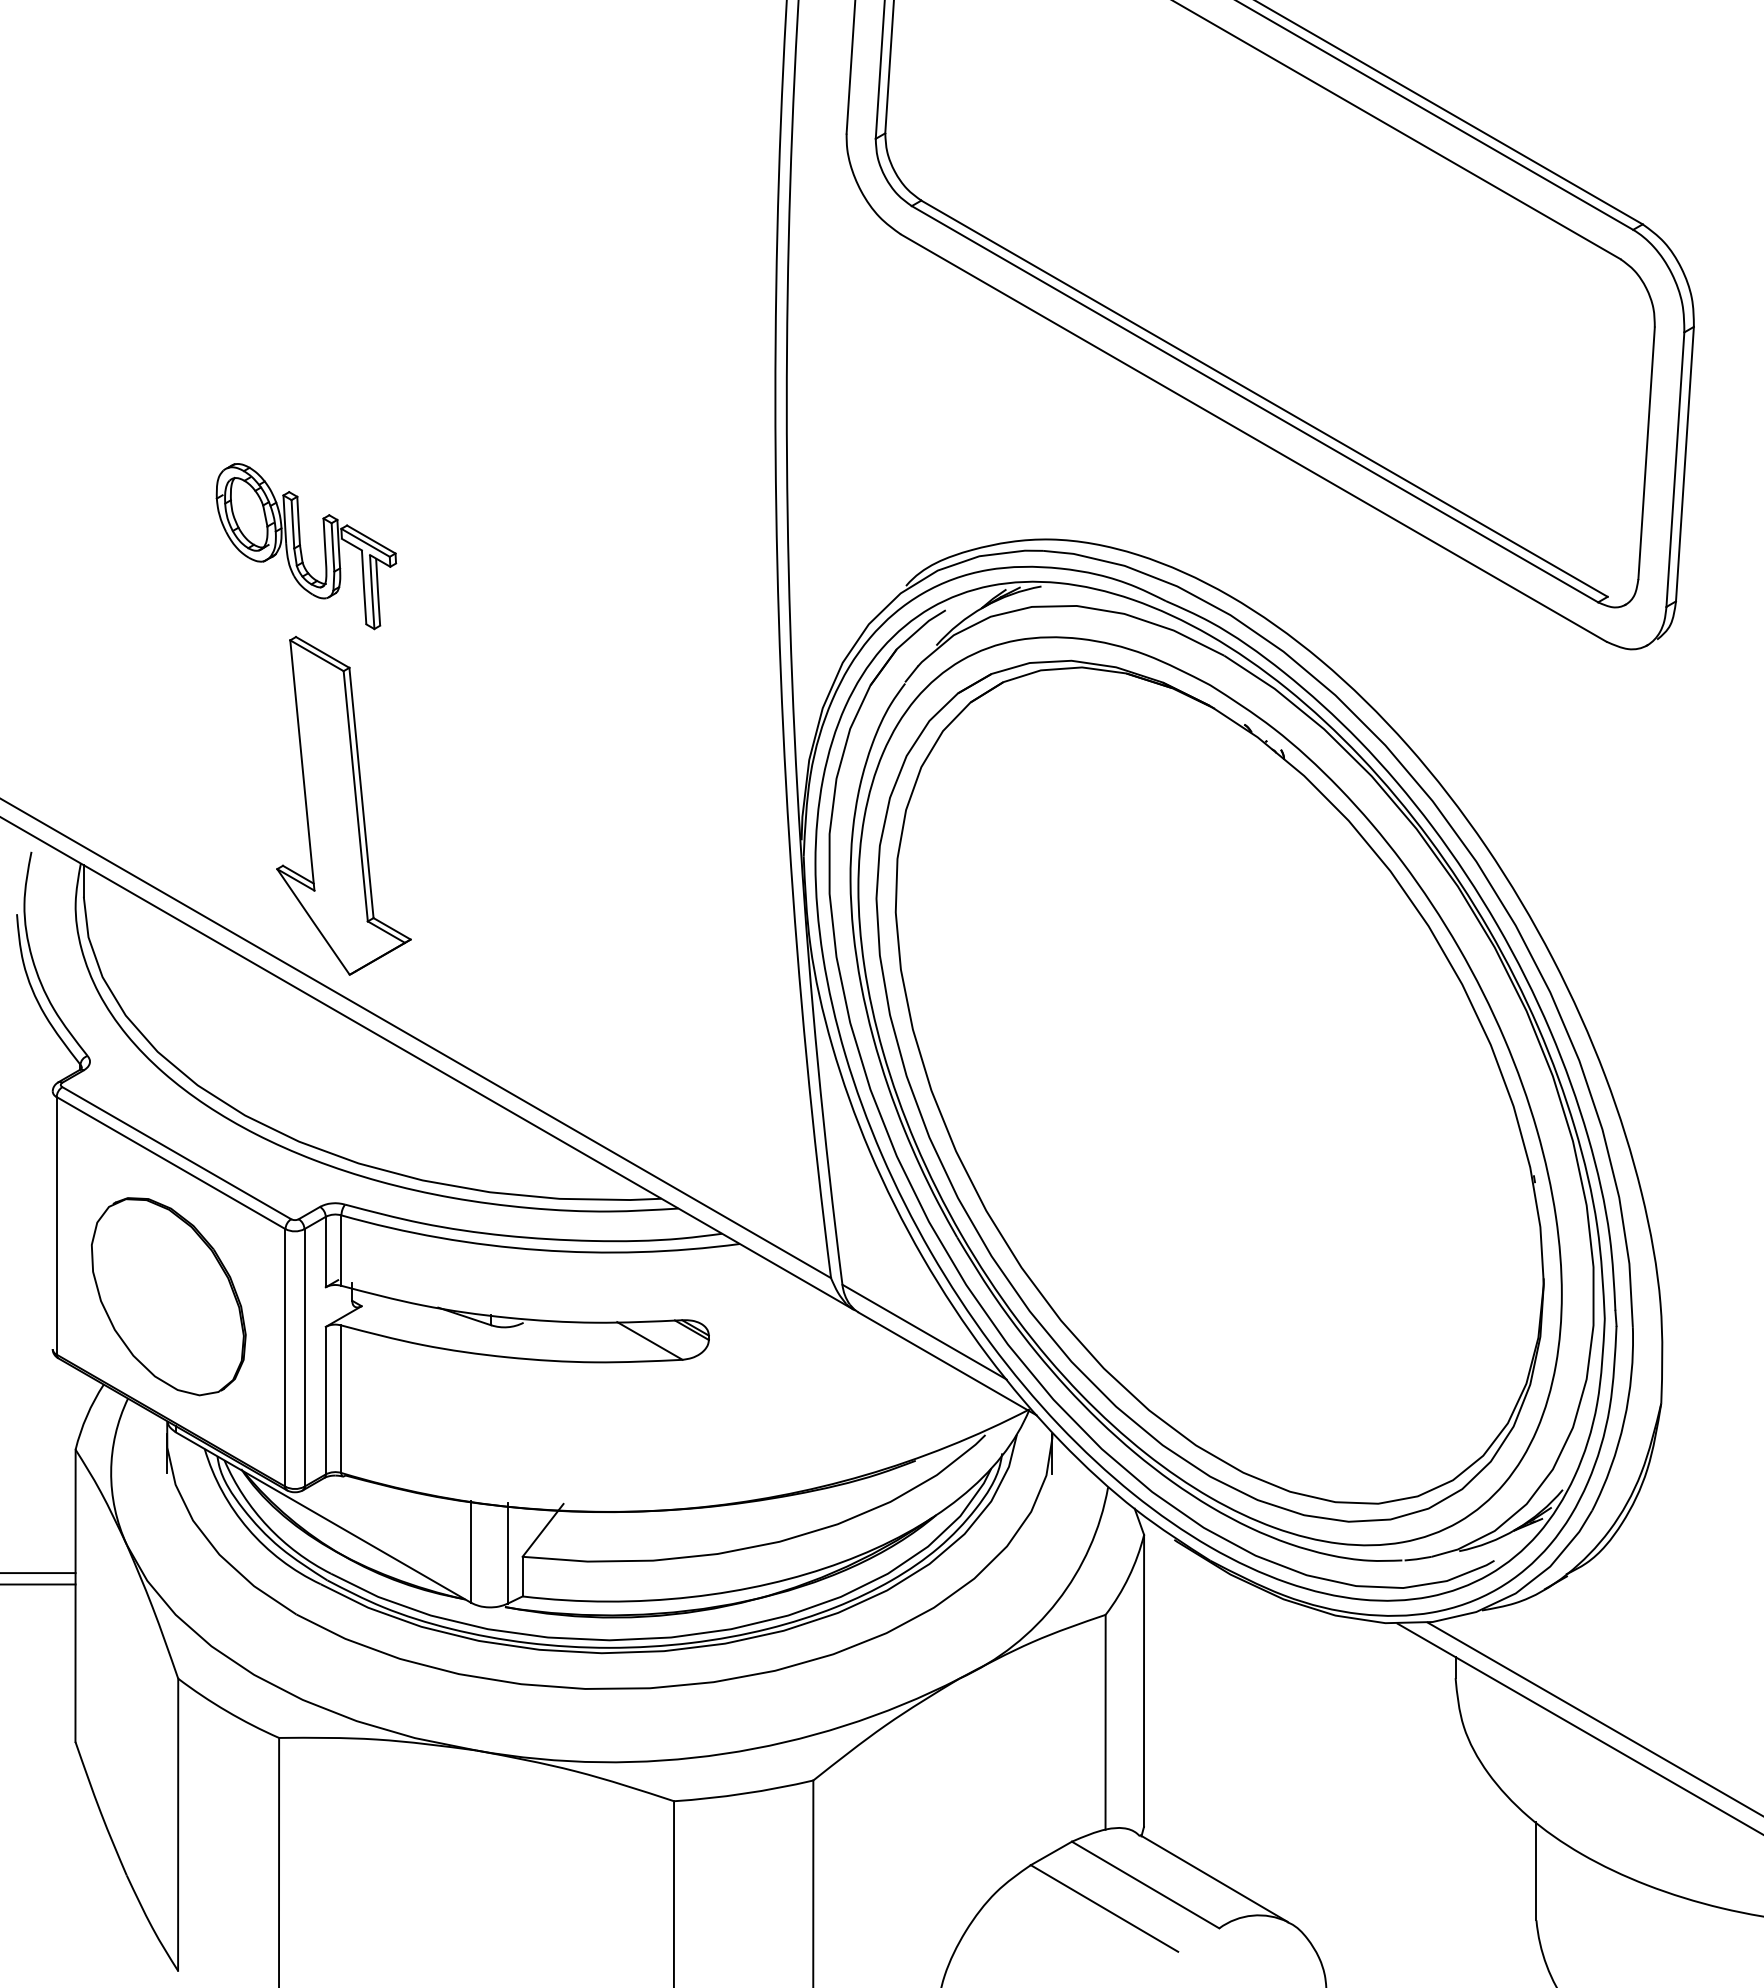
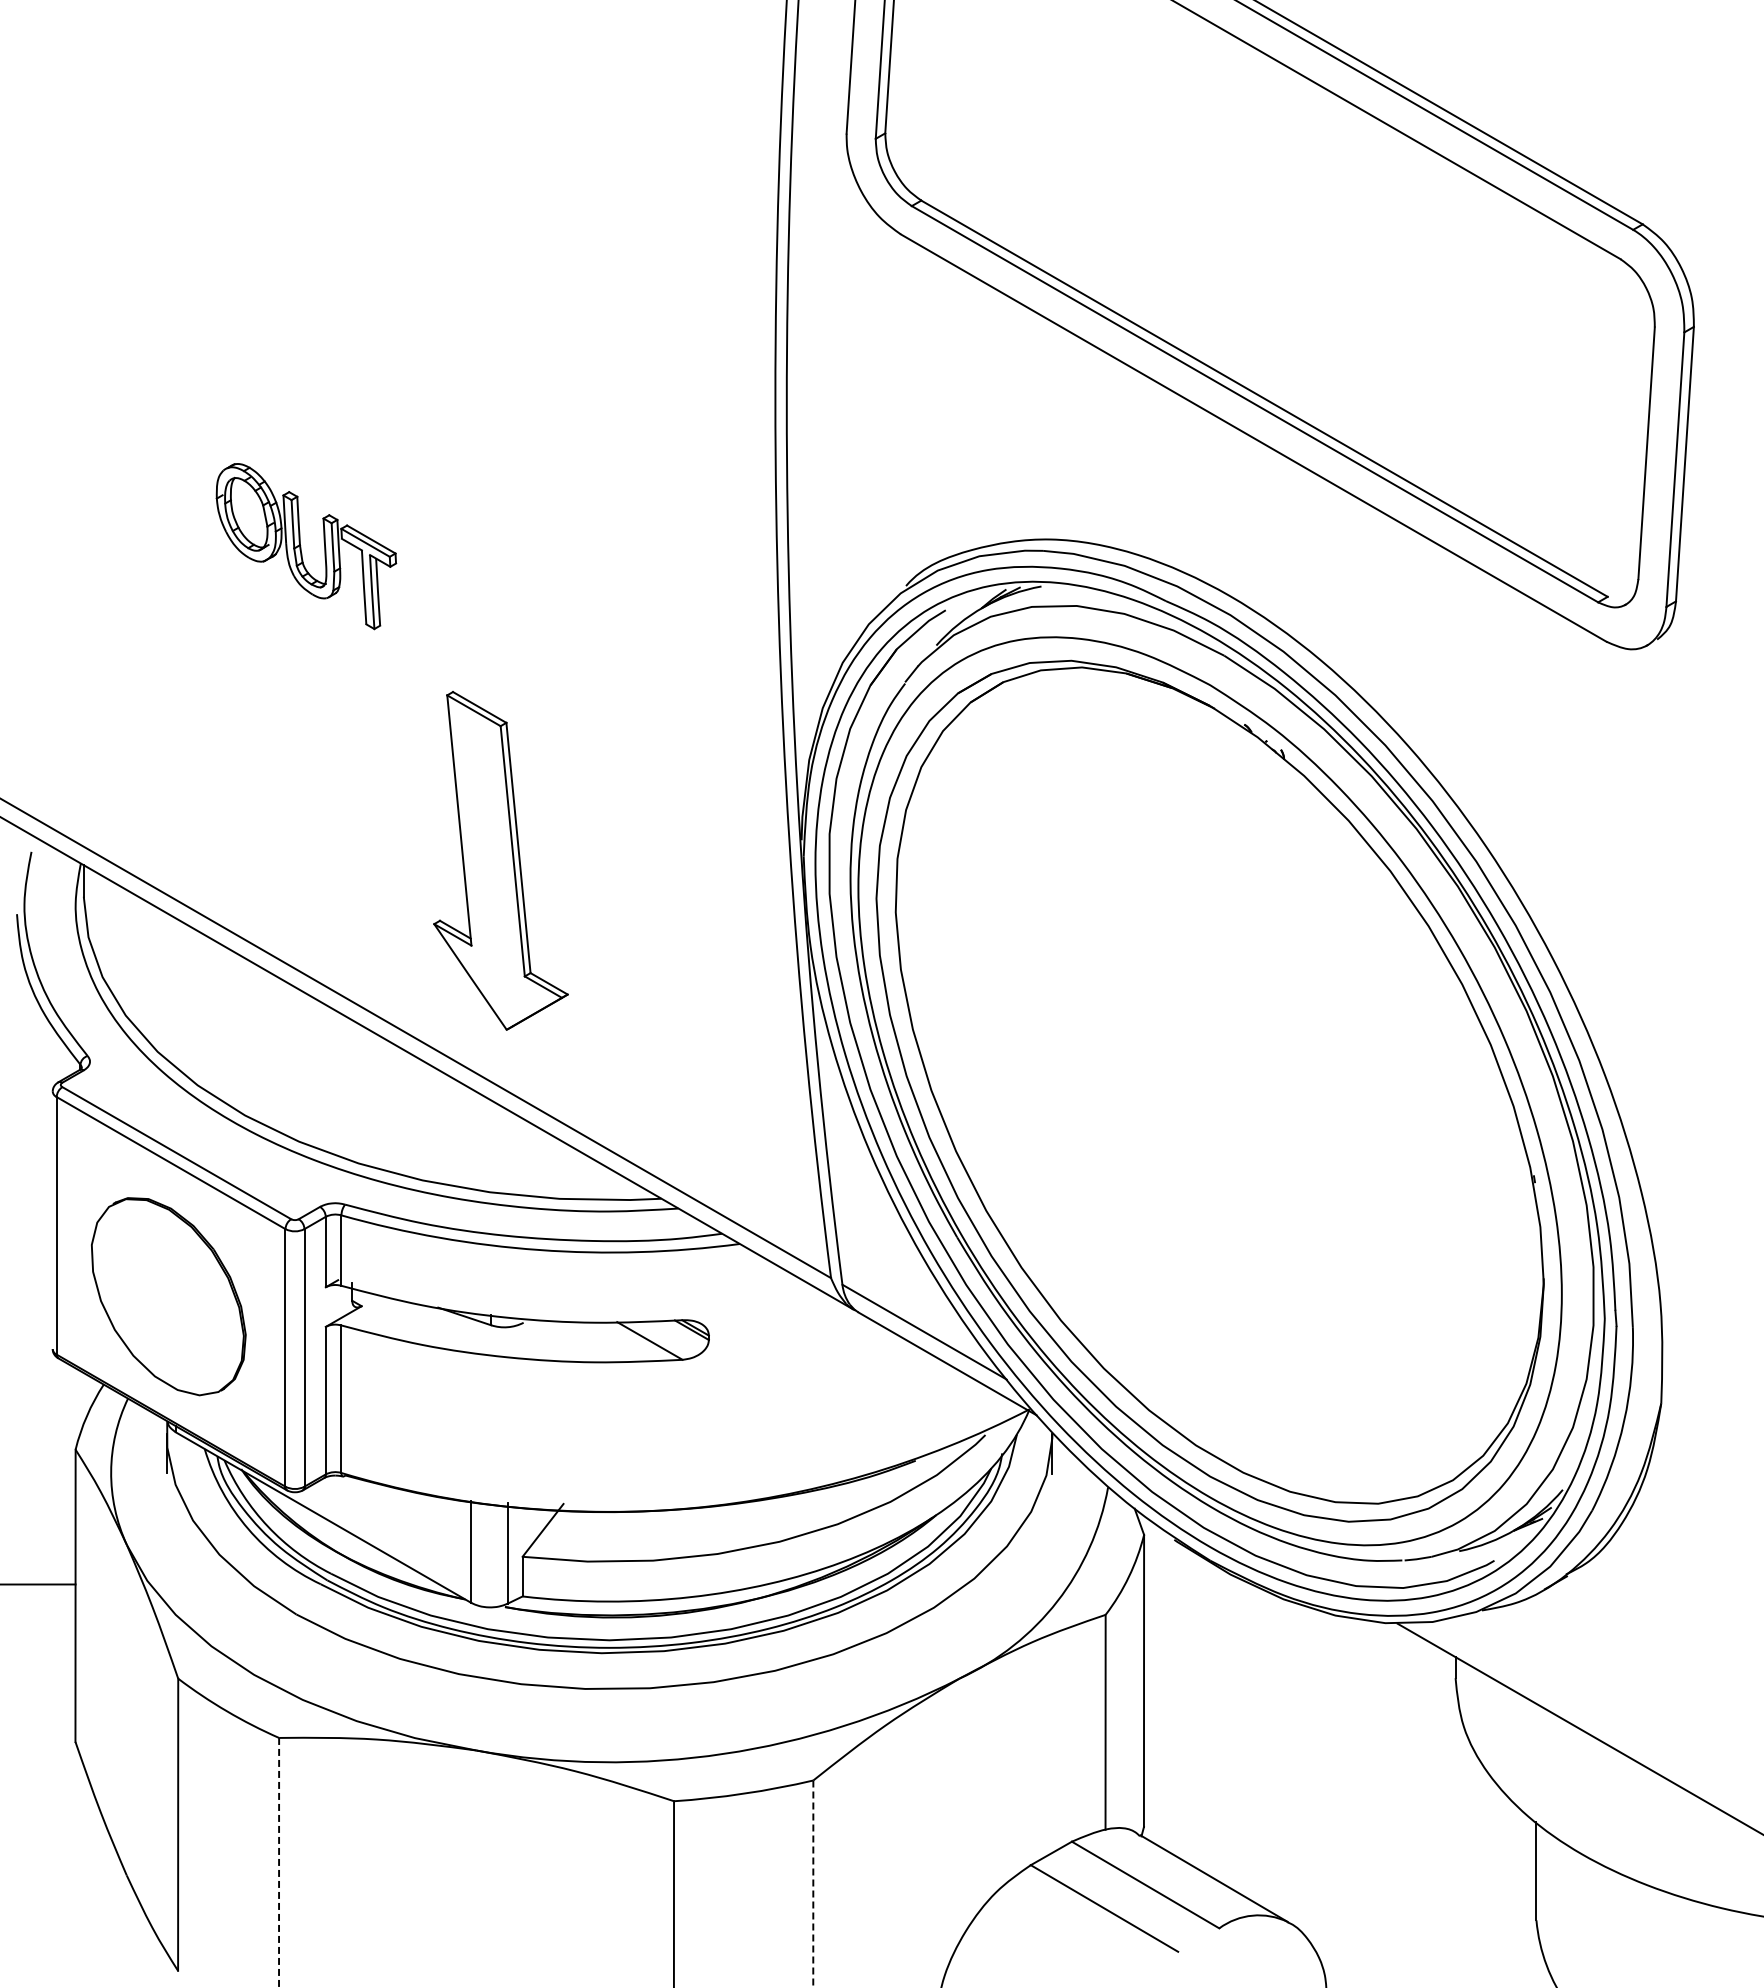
part at (343, 805) position: (343, 805) -> (500, 860)
line at (38, 1573): present -> none
line at (1593, 1718): present -> none
line at (279, 1862): solid -> dashed
line at (813, 1884): solid -> dashed
